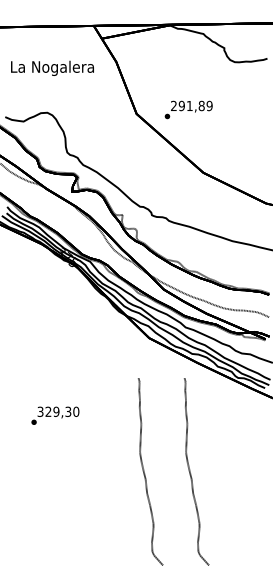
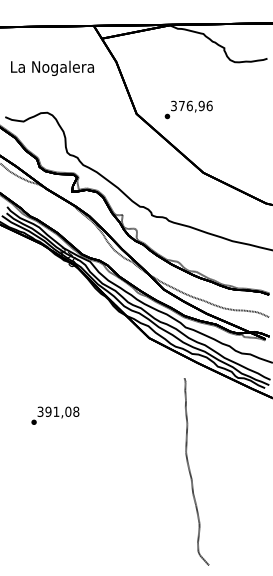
text at (191, 105): 291,89 -> 376,96
text at (62, 411): 329,30 -> 391,08
curve at (145, 473): present -> none
